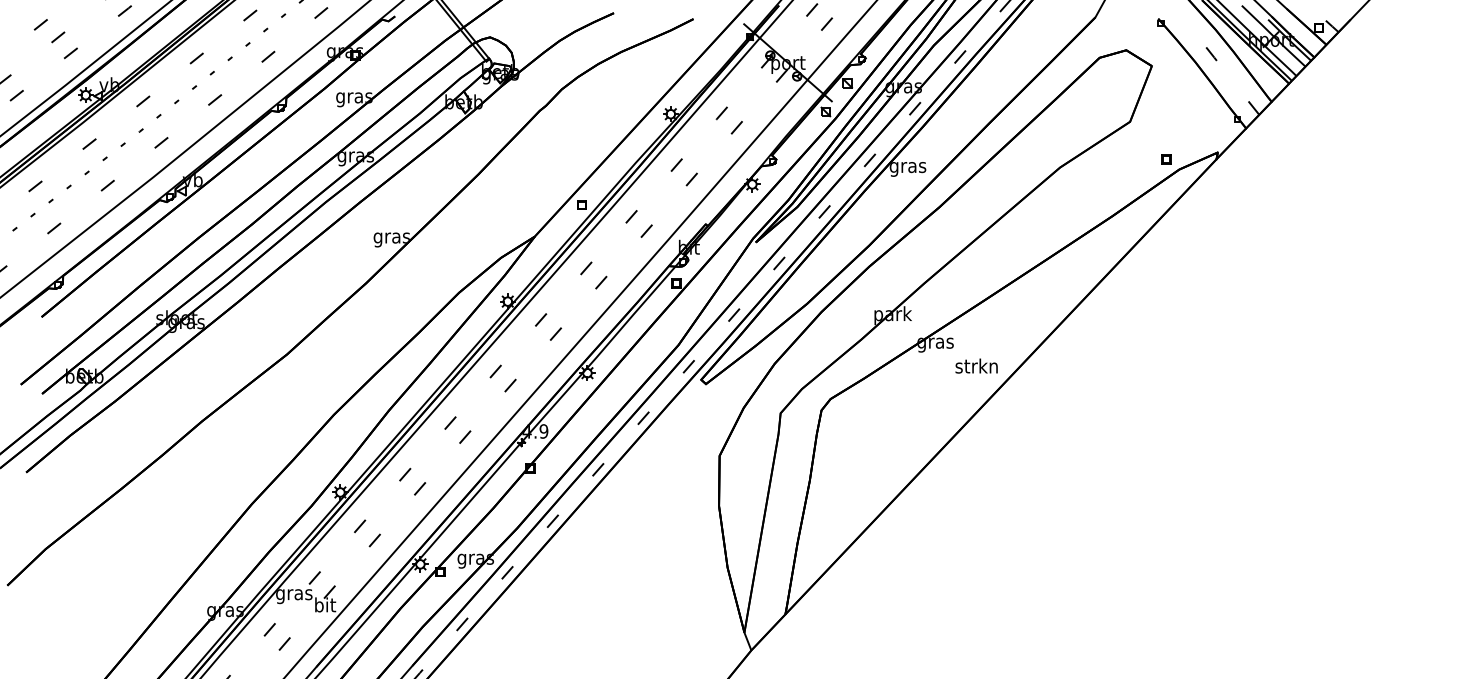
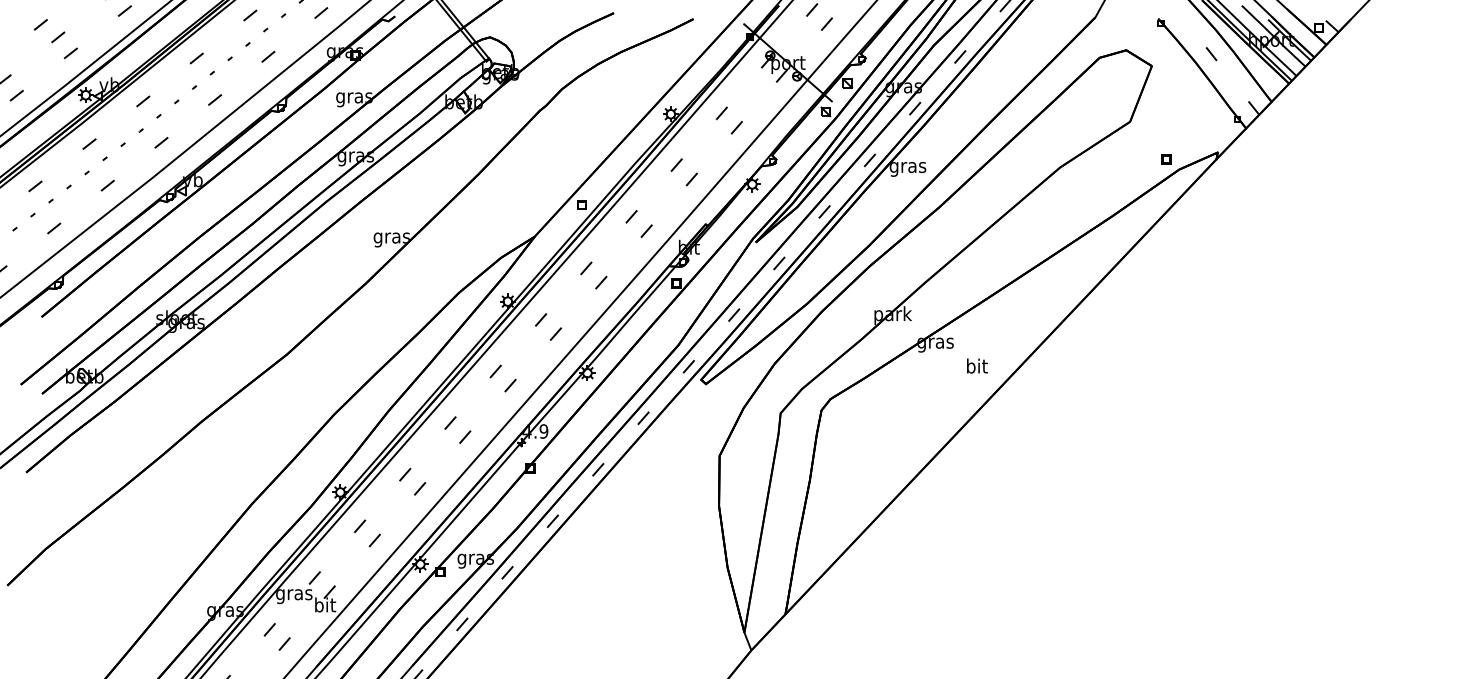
text at (976, 365): strkn -> bit
